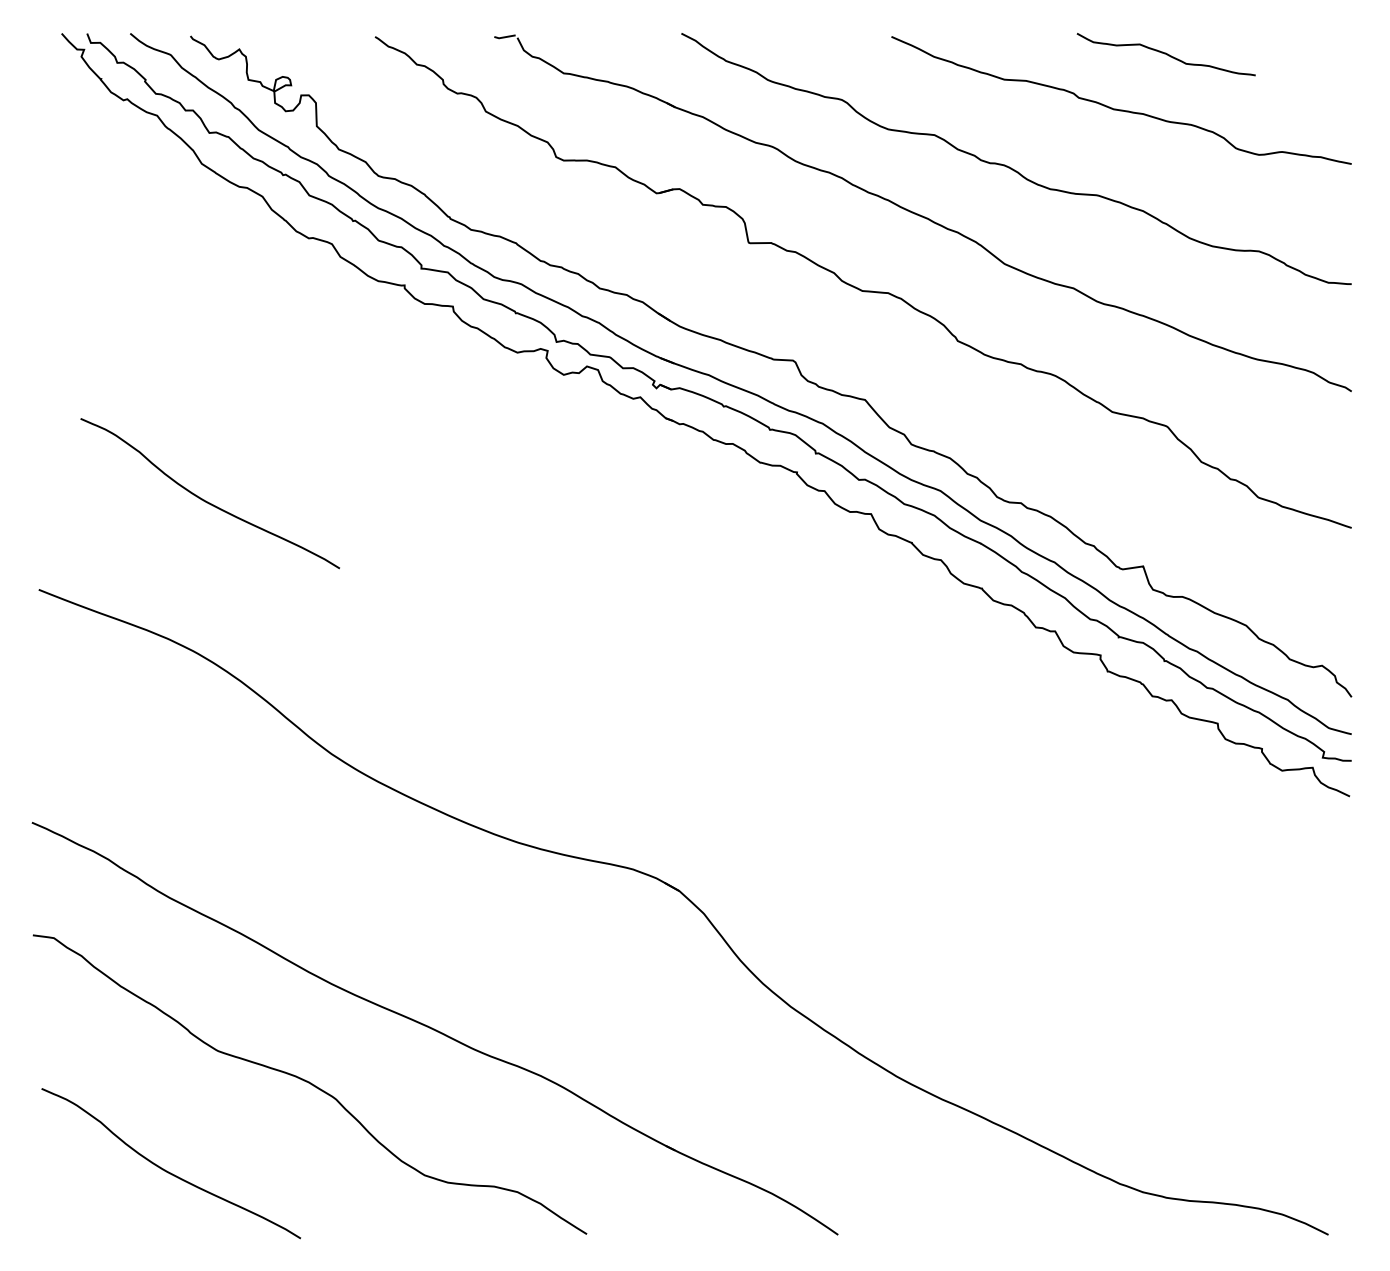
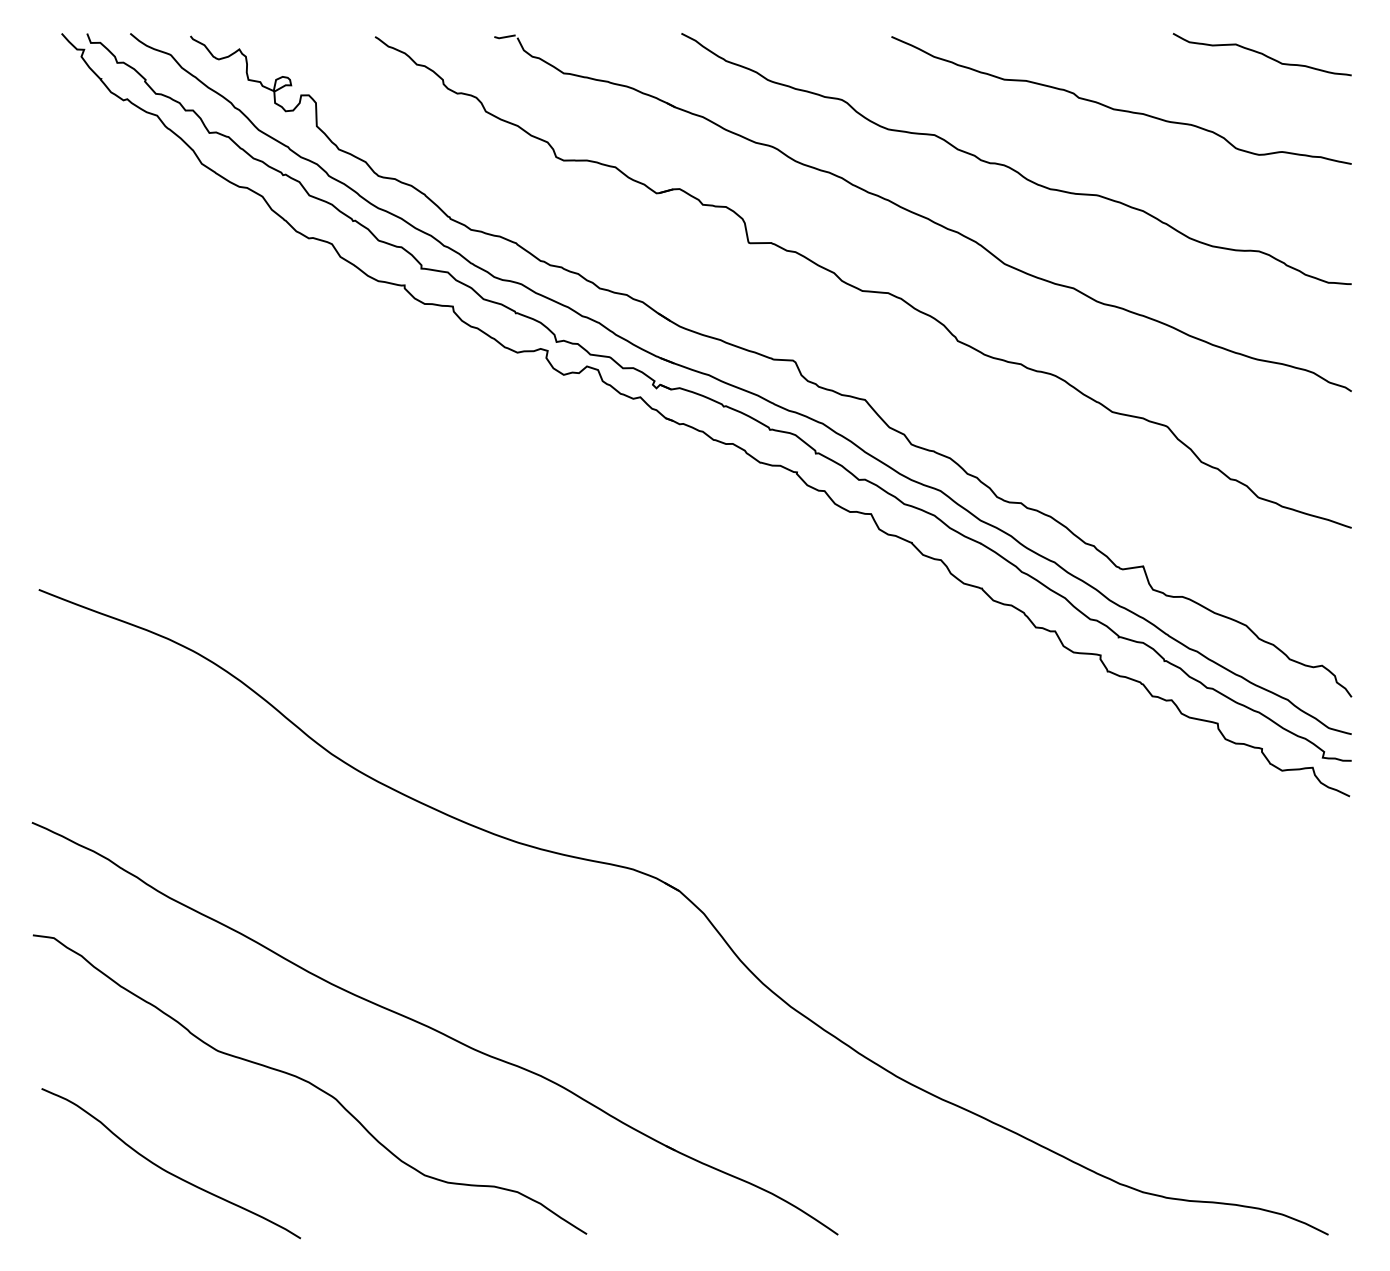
curve at (1165, 54) position: (1165, 54) -> (1261, 54)
curve at (206, 500): present -> none
